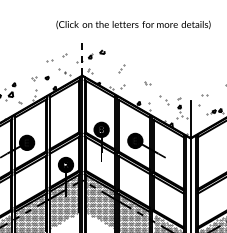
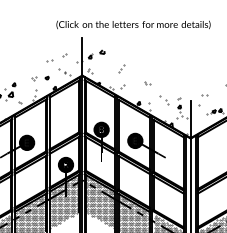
line at (82, 56): dashed -> solid
